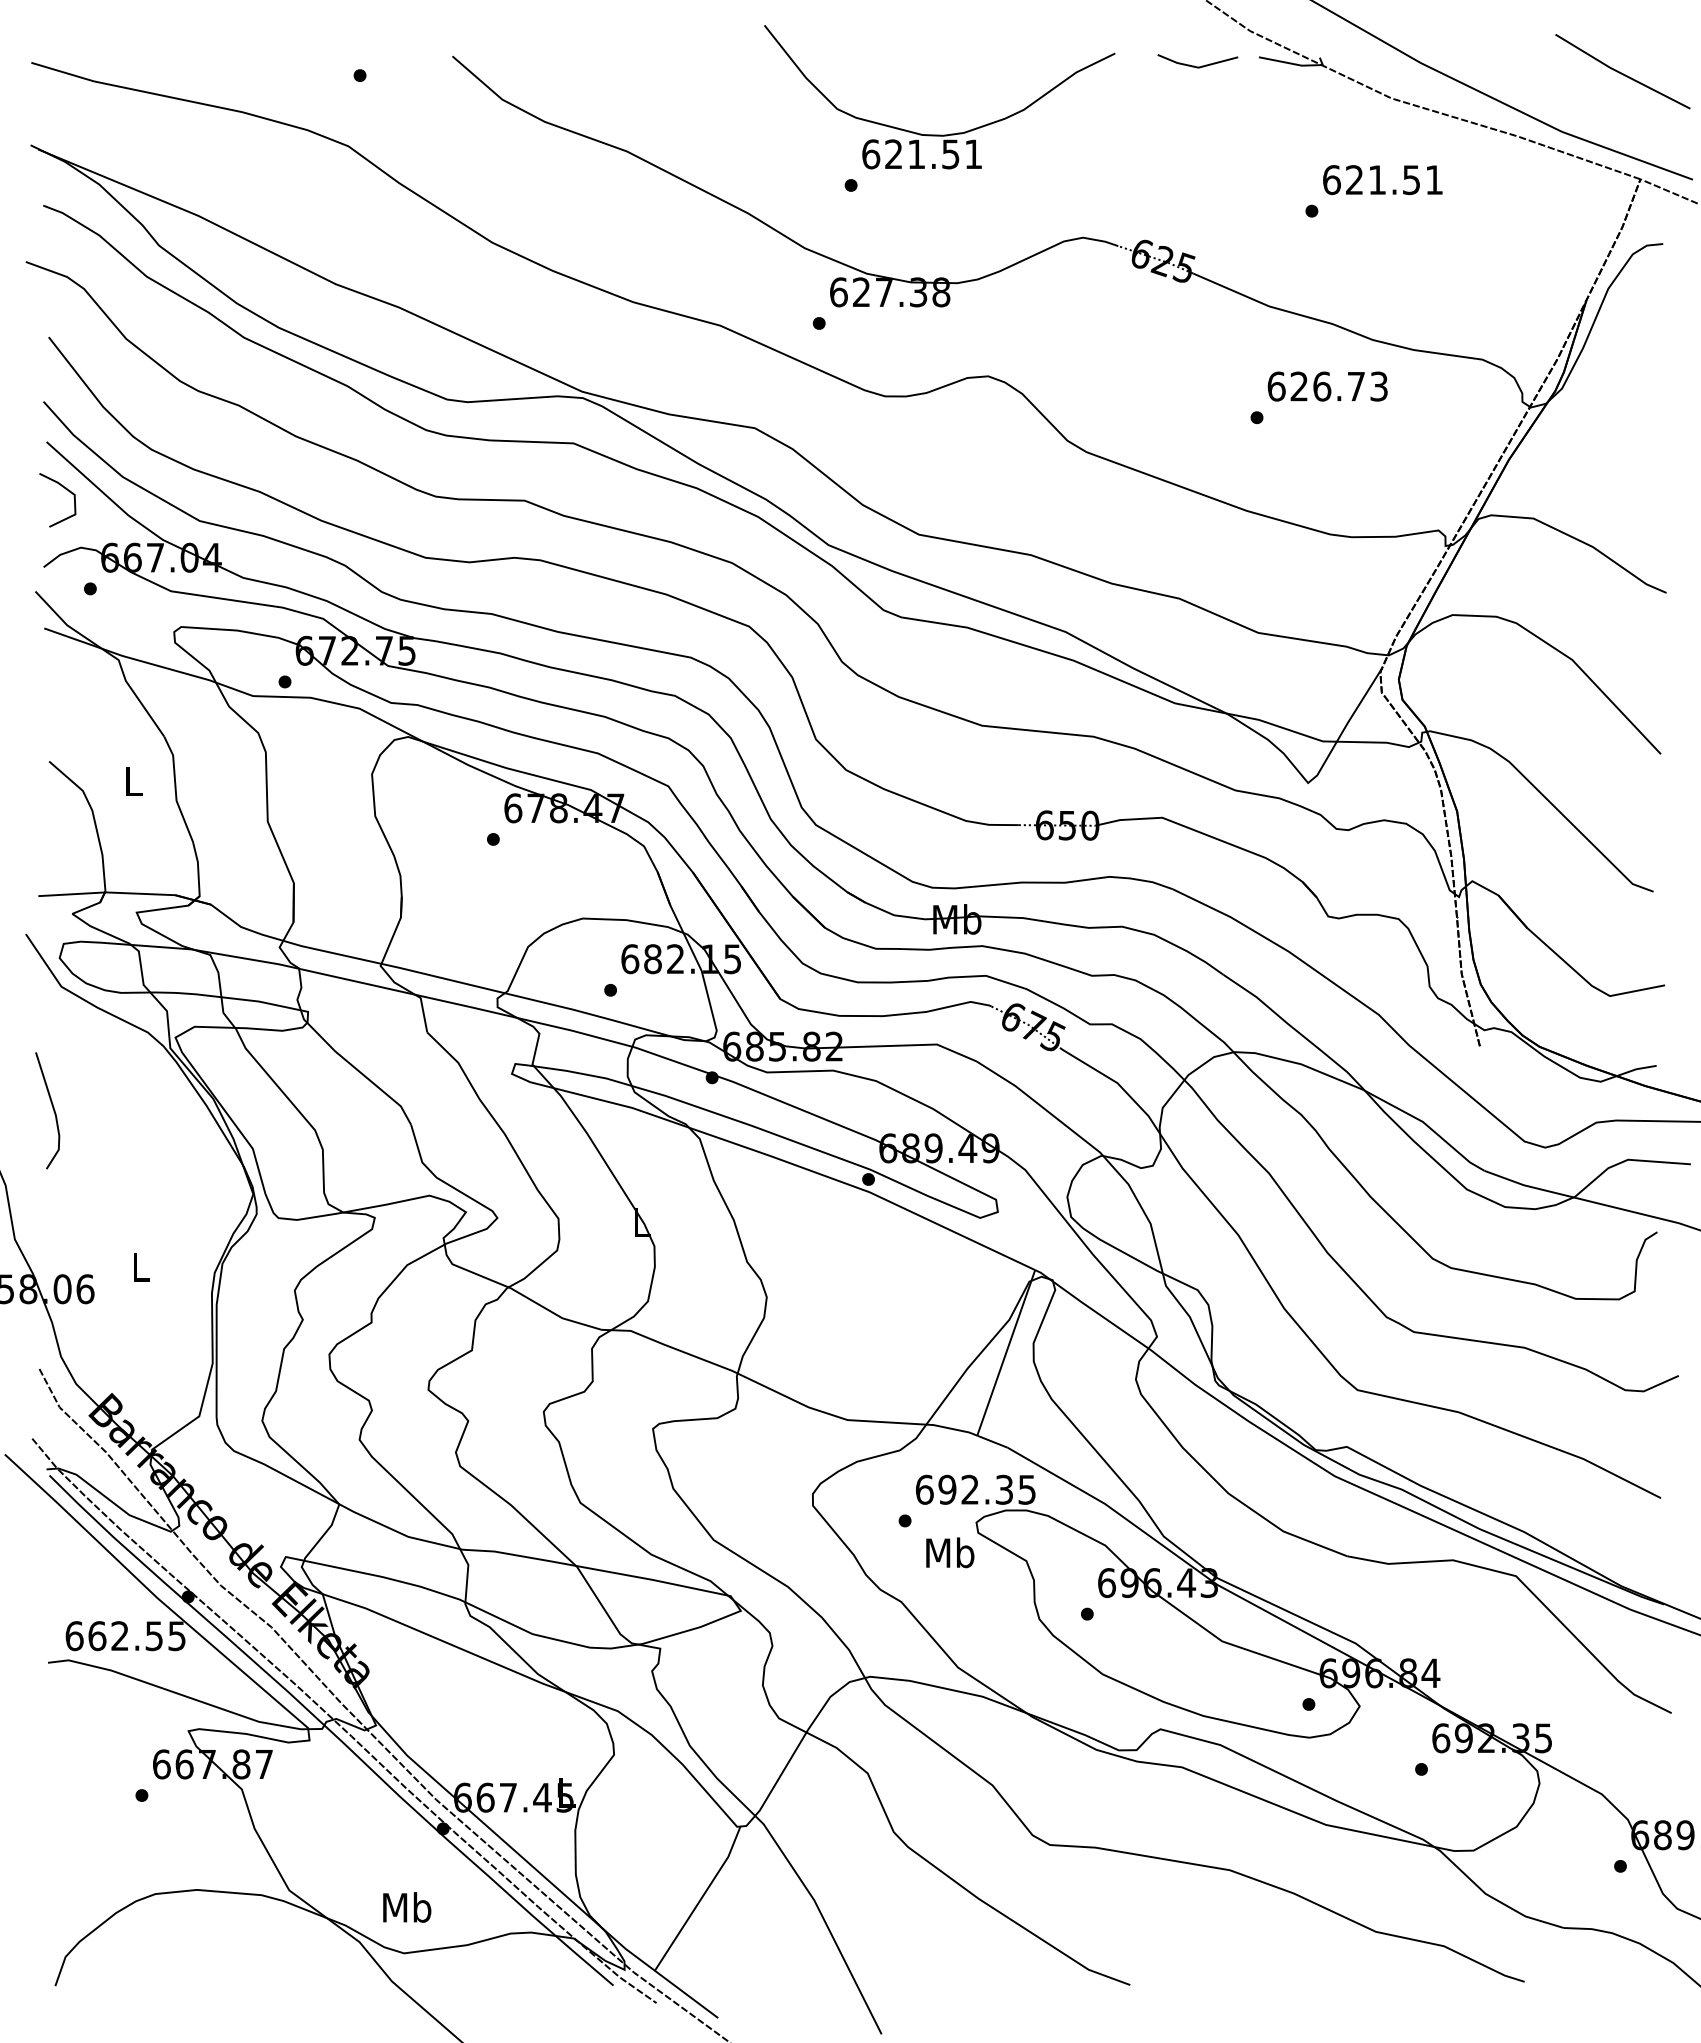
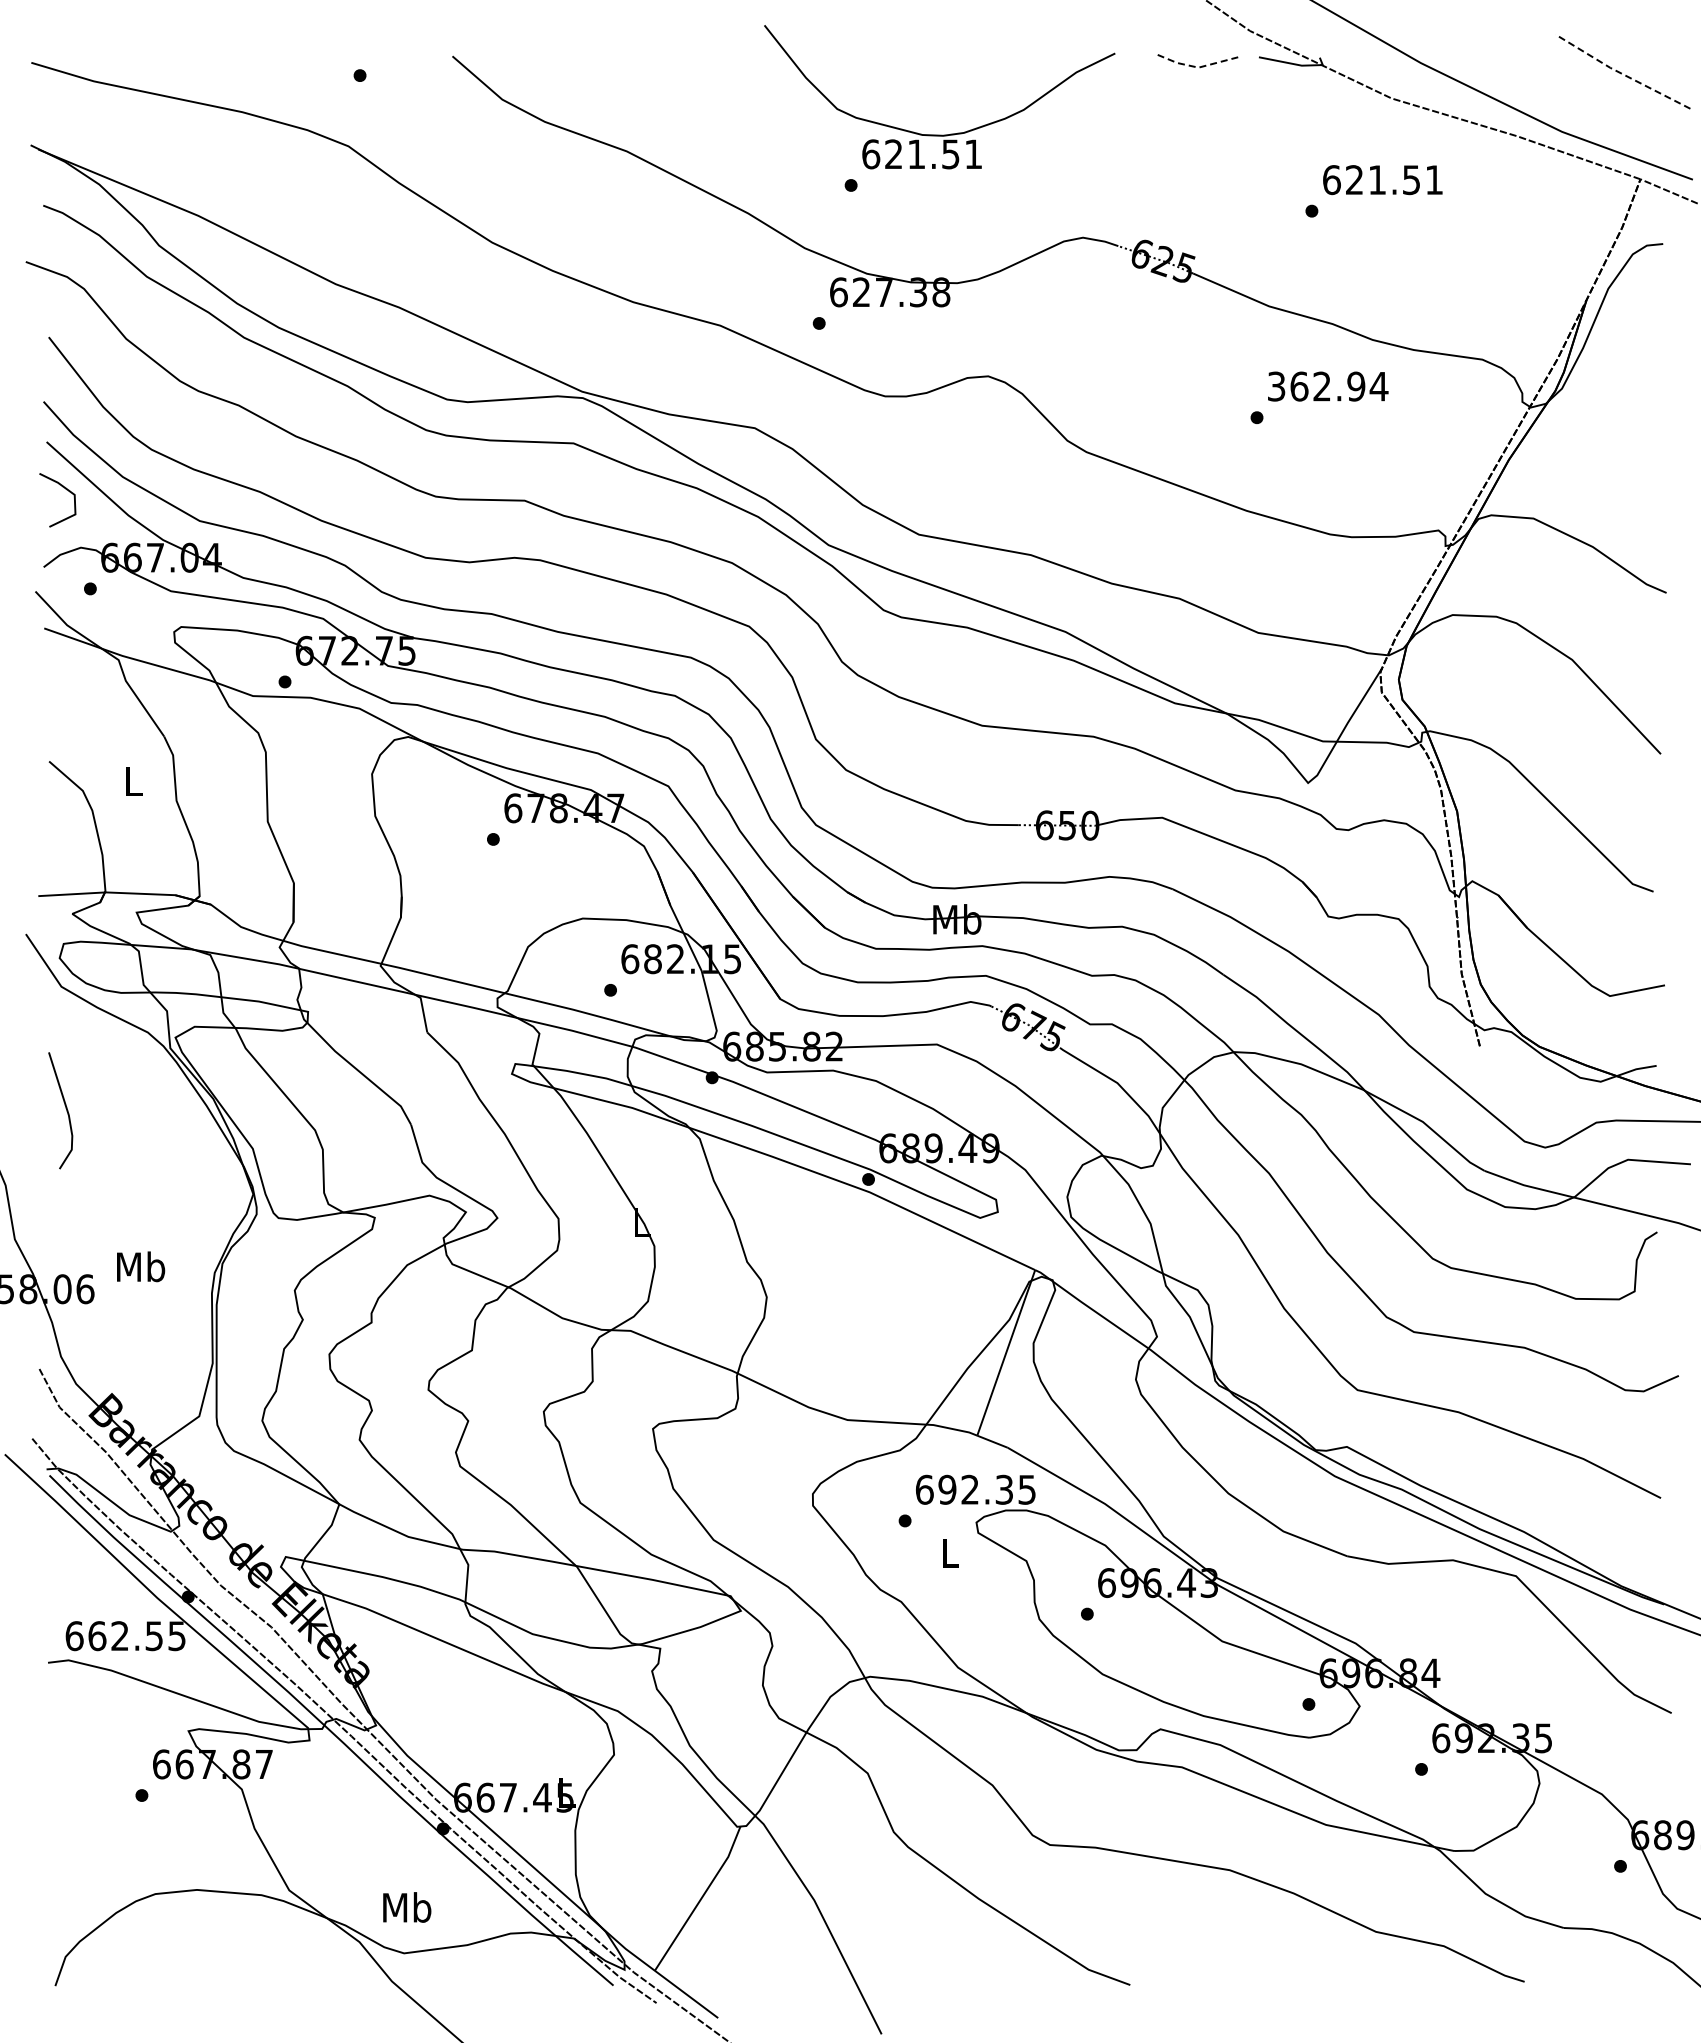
line at (1196, 67): solid -> dashed
line at (1621, 73): solid -> dashed
text at (1327, 386): 626.73 -> 362.94
line at (52, 1108) position: (52, 1108) -> (65, 1108)
text at (141, 1266): L -> Mb
text at (950, 1552): Mb -> L
